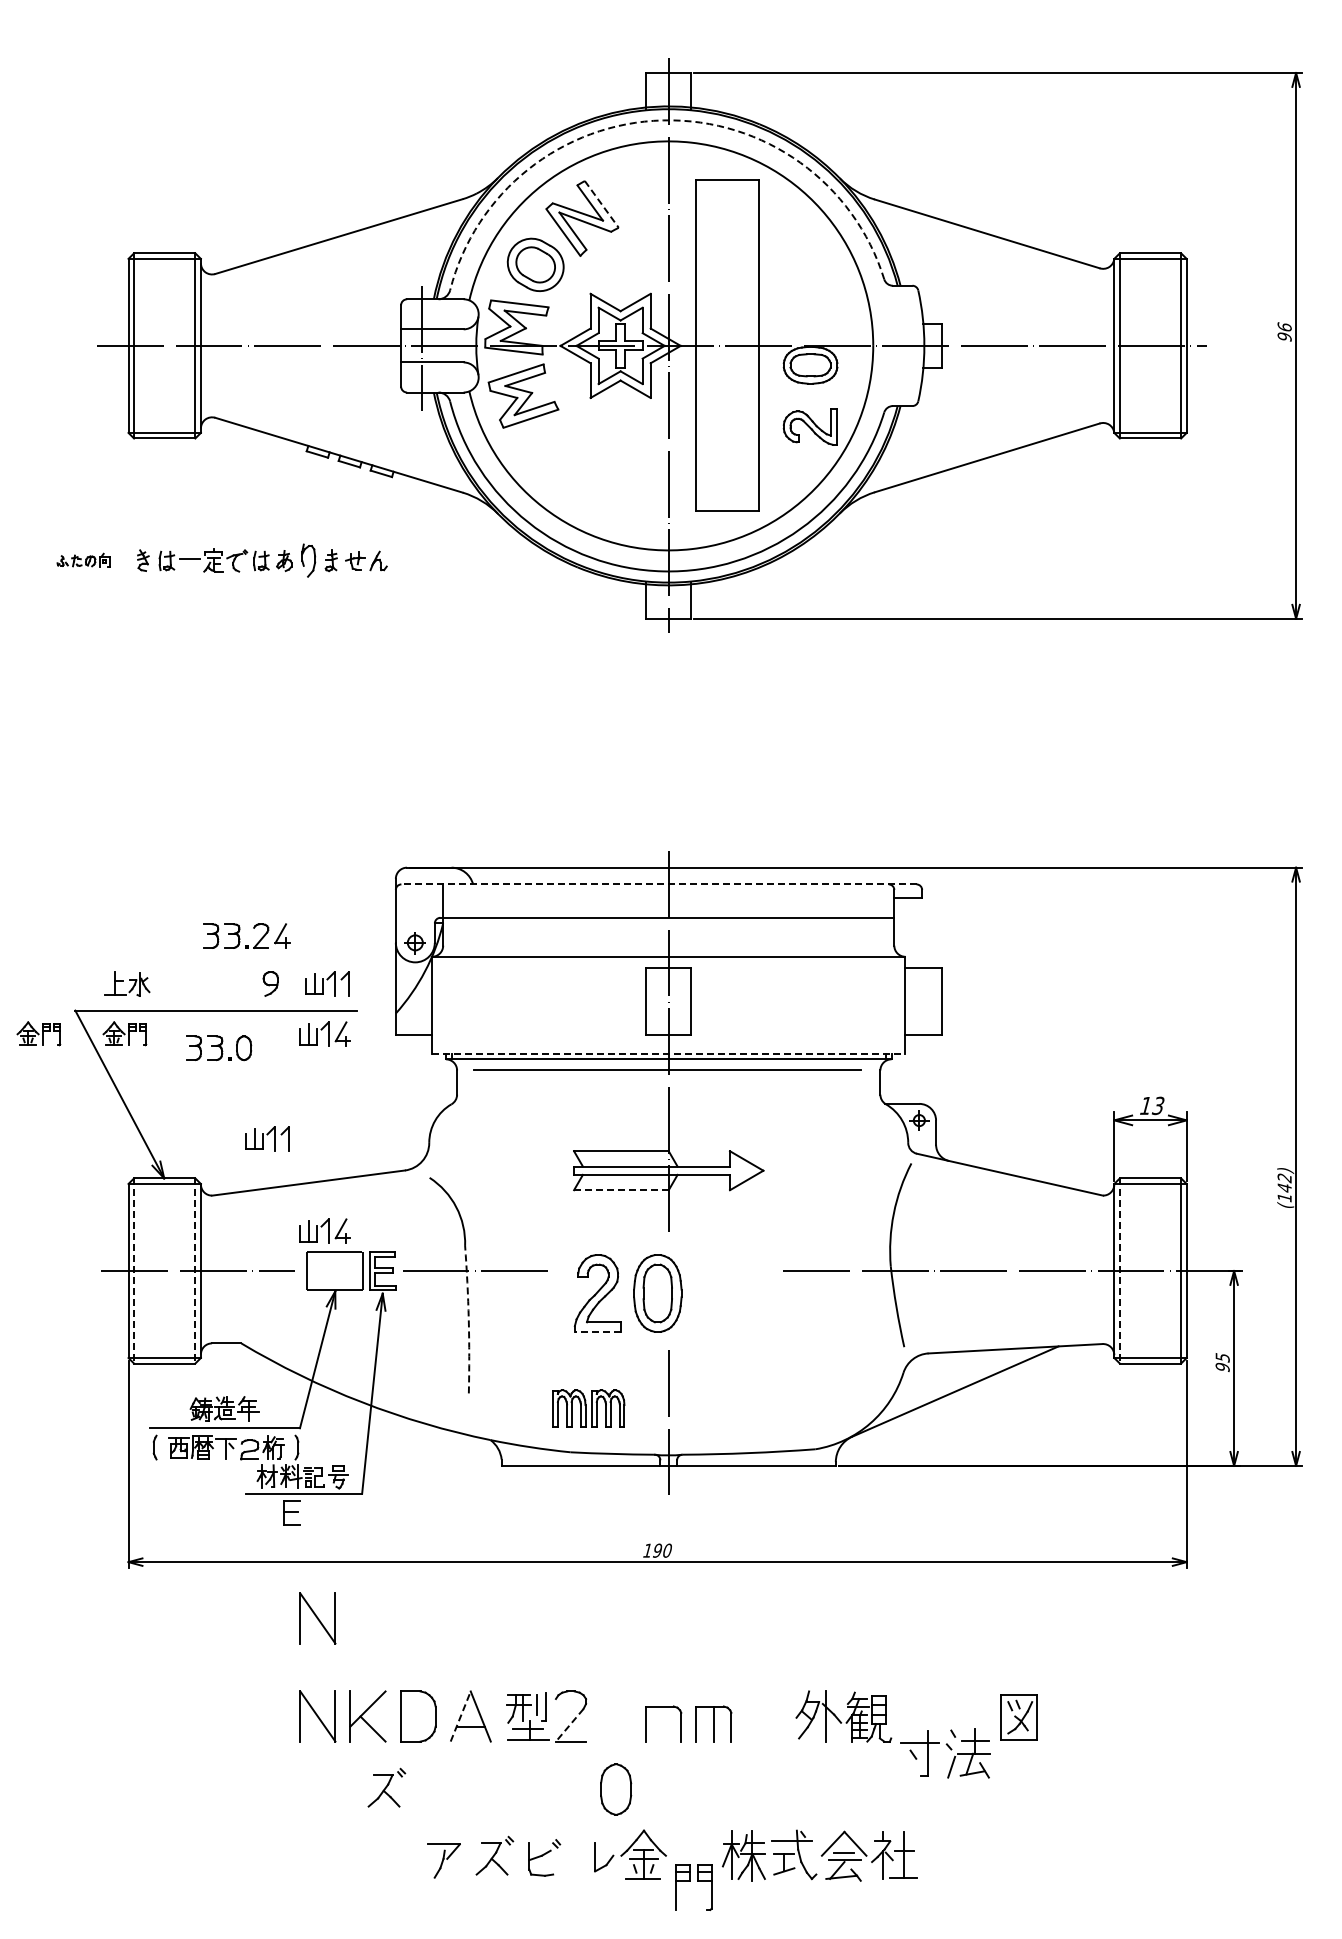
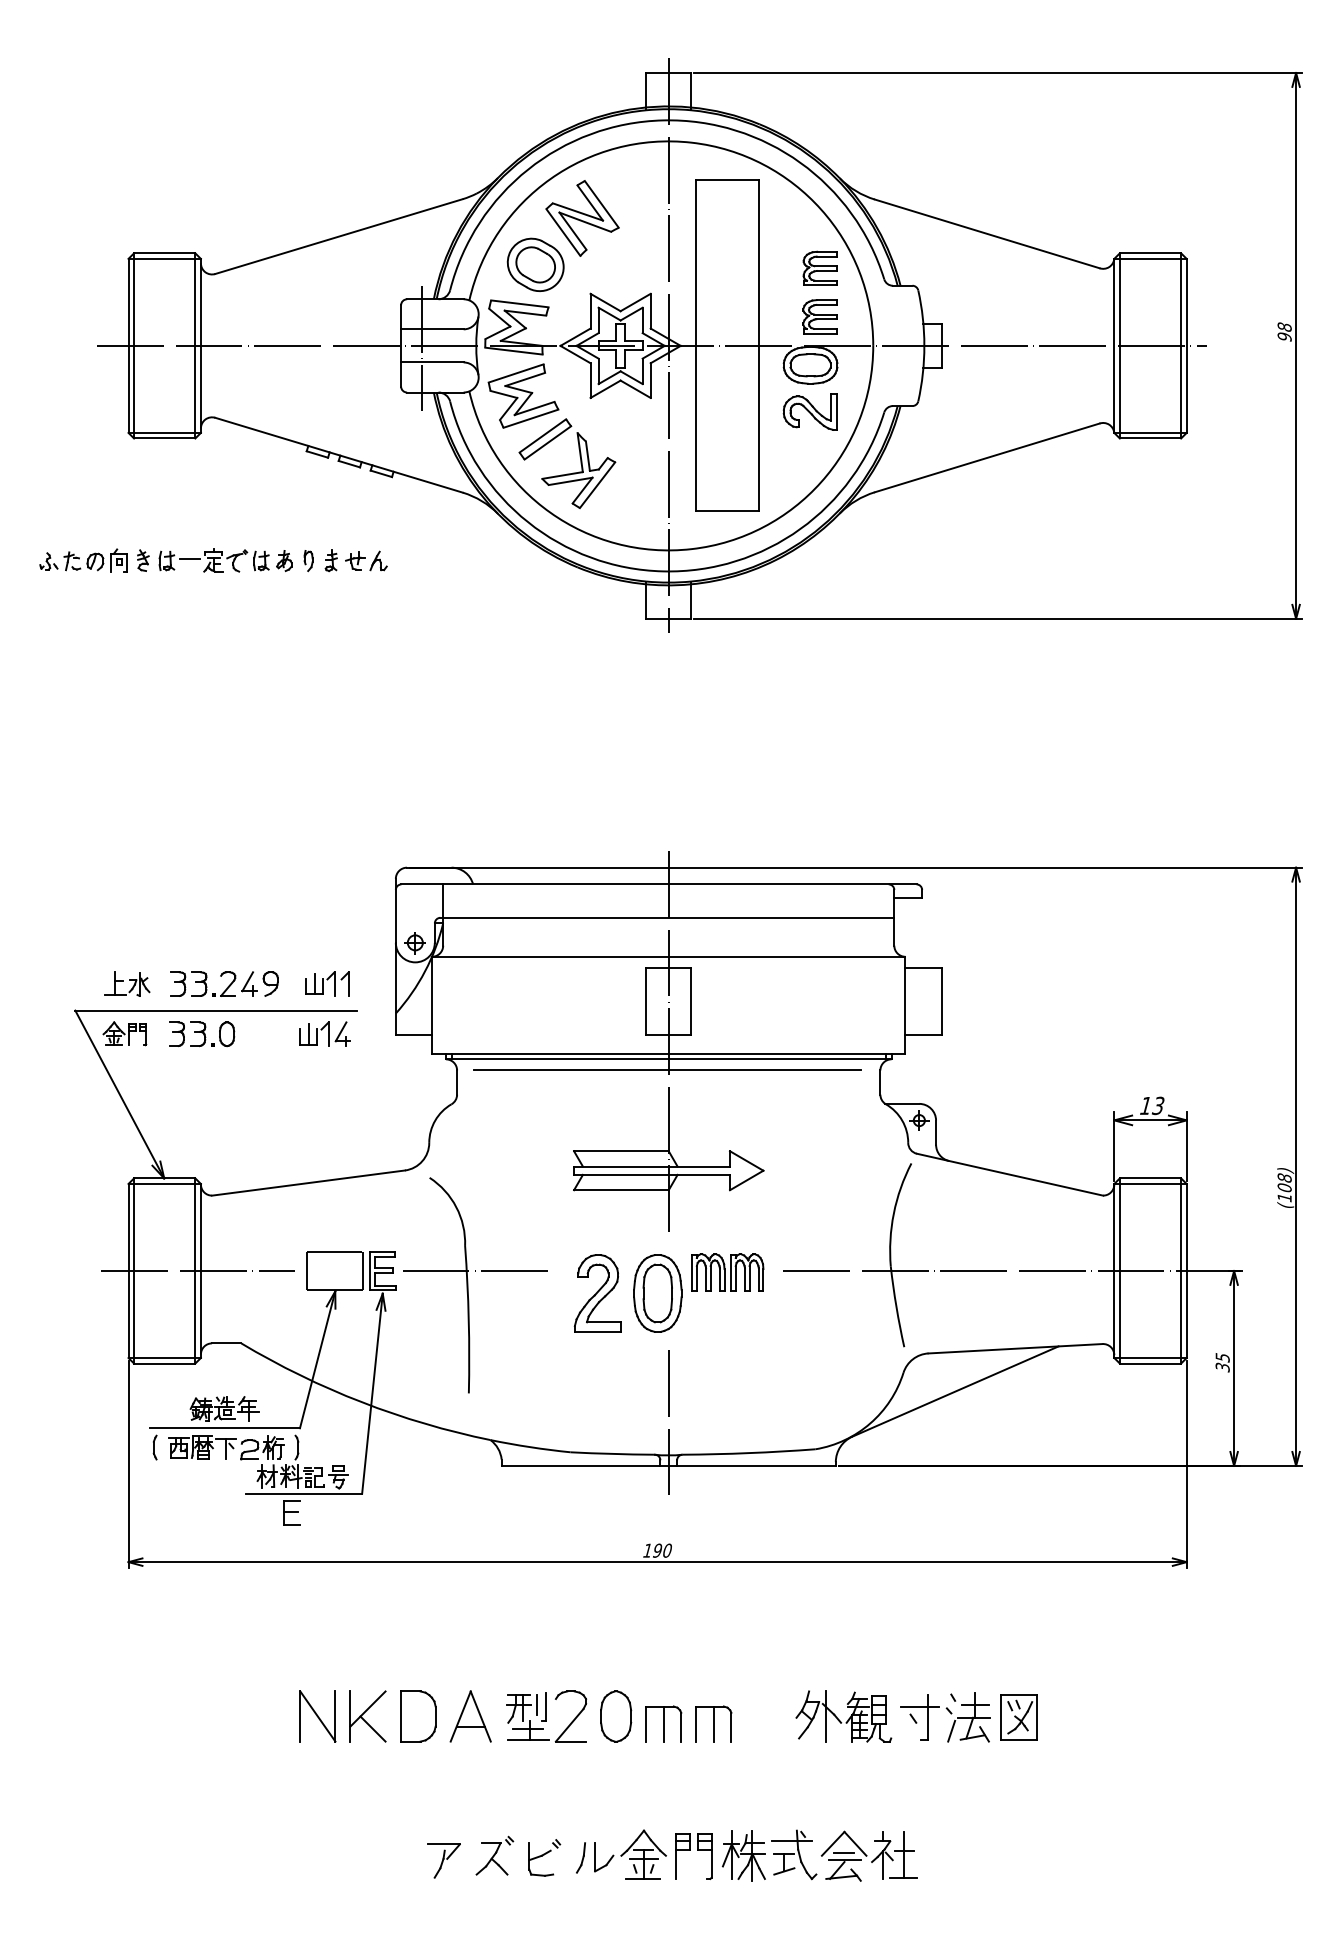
arc at (663, 120): dashed -> solid
line at (601, 204): dashed -> solid
part at (819, 267): none -> present
part at (819, 316): none -> present
text at (1284, 326): 96 -> 98
part at (809, 426) position: (809, 426) -> (809, 411)
part at (567, 473): none -> present
part at (83, 559) size: 55x16 px -> 89x25 px
part at (308, 560) size: 16x35 px -> 11x23 px
line at (659, 884): dashed -> solid
part at (240, 938) position: (240, 938) -> (207, 986)
part at (38, 1033): present -> none
part at (219, 1048) position: (219, 1048) -> (202, 1034)
line at (668, 1054): dashed -> solid
part at (267, 1138): present -> none
text at (1284, 1182): 142 -> 108
line at (620, 1190): dashed -> solid
part at (324, 1230): present -> none
line at (134, 1270): dashed -> solid
line at (195, 1270): dashed -> solid
line at (1119, 1270): dashed -> solid
arc at (468, 1319): dashed -> solid
line at (597, 1331): dashed -> solid
text at (1222, 1367): 95 -> 35
part at (588, 1408) position: (588, 1408) -> (727, 1272)
part at (317, 1618): present -> none
line at (460, 1716): dashed -> solid
line at (663, 1723): none -> present
line at (569, 1725): dashed -> solid
part at (949, 1748) position: (949, 1748) -> (949, 1712)
part at (386, 1787): present -> none
part at (616, 1789) position: (616, 1789) -> (616, 1716)
part at (580, 1857): none -> present
part at (690, 1881) position: (690, 1881) -> (690, 1850)
